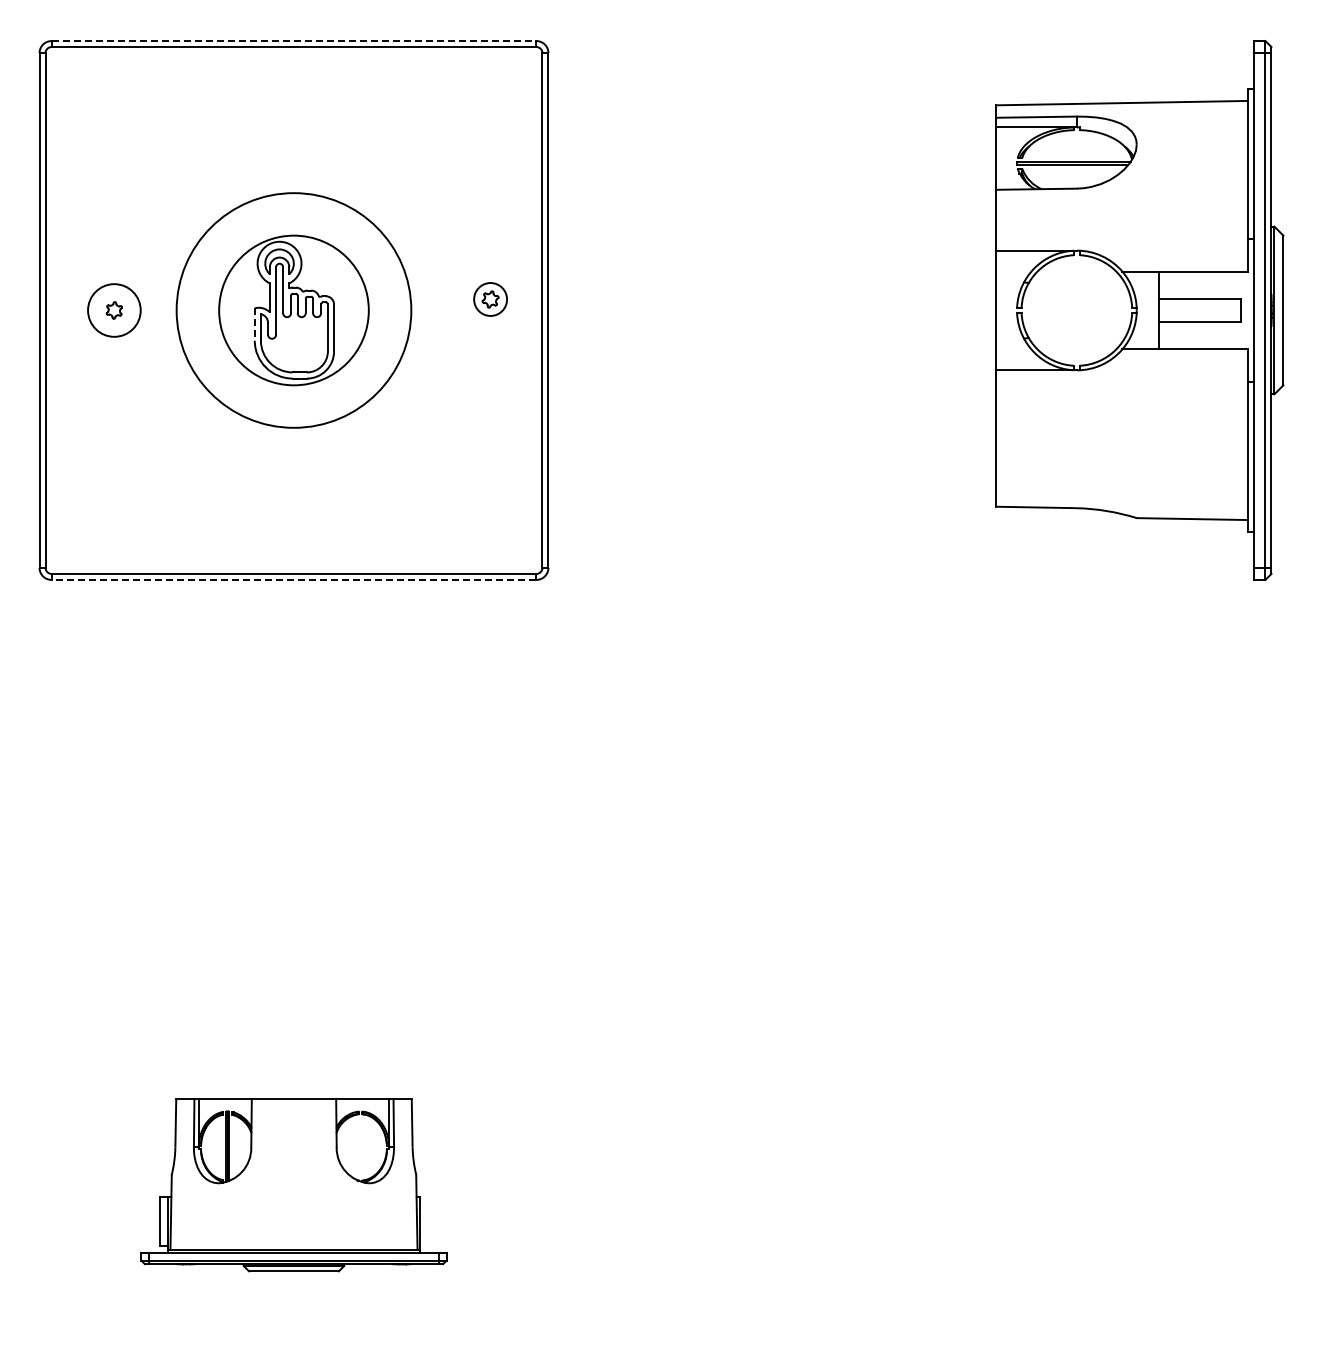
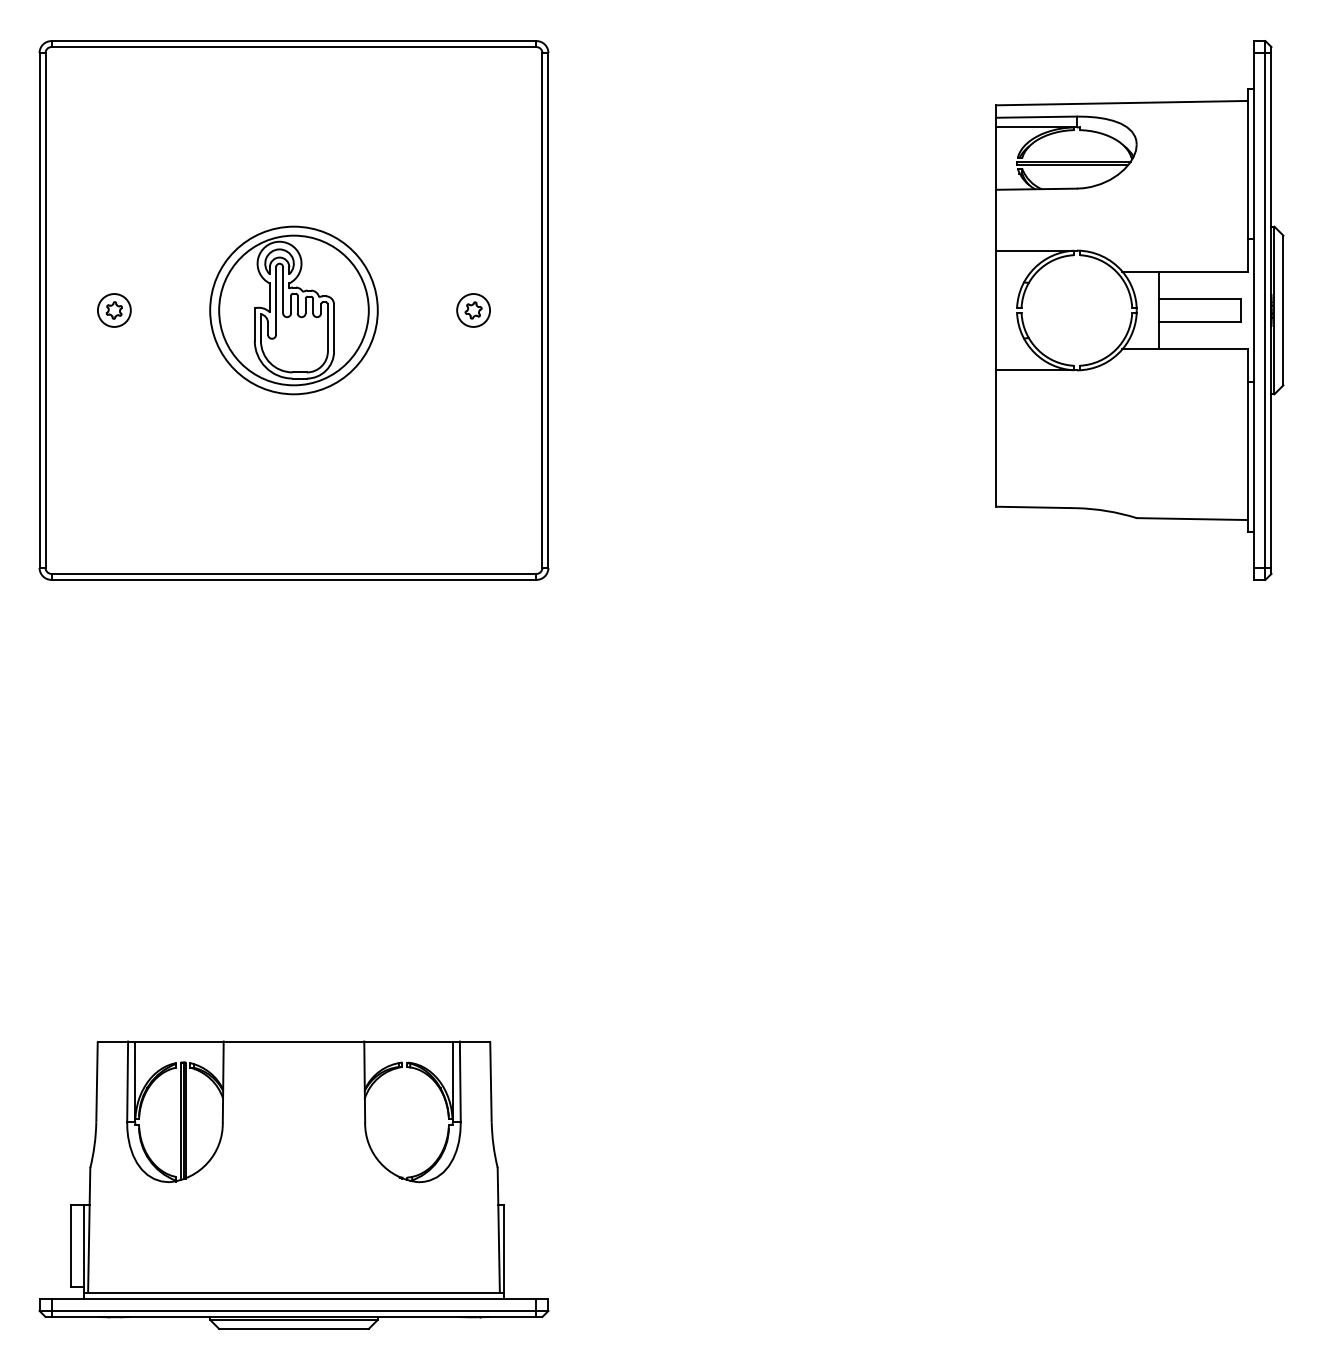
line at (294, 41): dashed -> solid
part at (490, 299) position: (490, 299) -> (473, 310)
circle at (114, 310) diameter: 53 px -> 33 px
circle at (293, 310) diameter: 235 px -> 168 px
line at (254, 325): dashed -> solid
line at (293, 579): dashed -> solid
part at (293, 1185) size: 308x175 px -> 512x290 px
